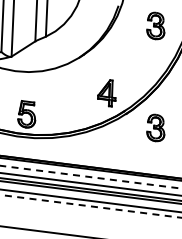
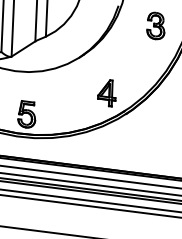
part at (155, 127): present -> none
line at (91, 177): dashed -> solid
line at (90, 206): dashed -> solid
